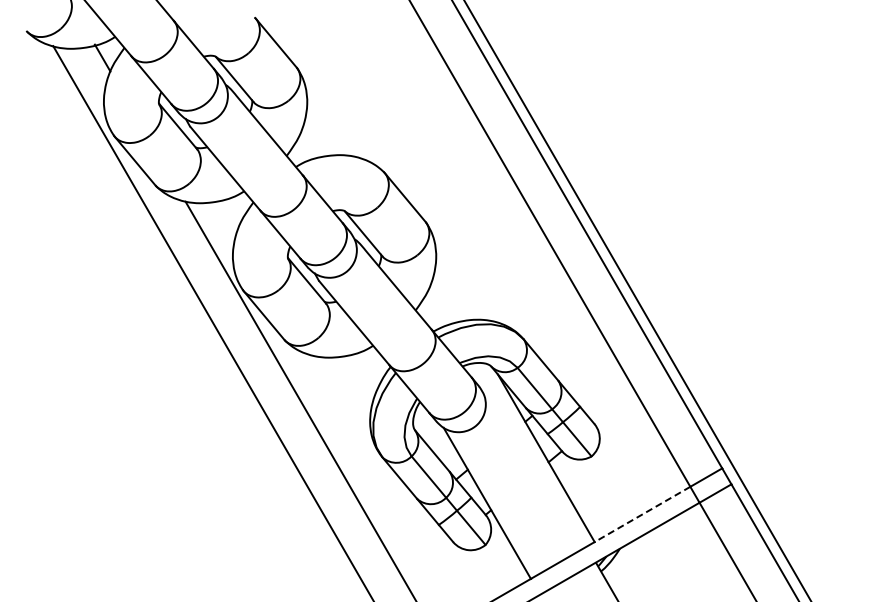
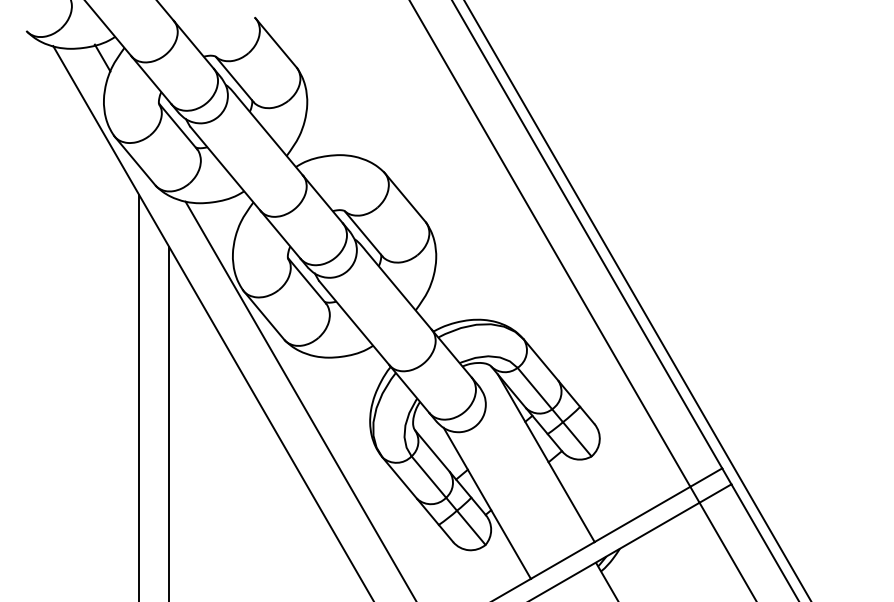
line at (139, 396): none -> present
line at (169, 422): none -> present
line at (642, 514): dashed -> solid
